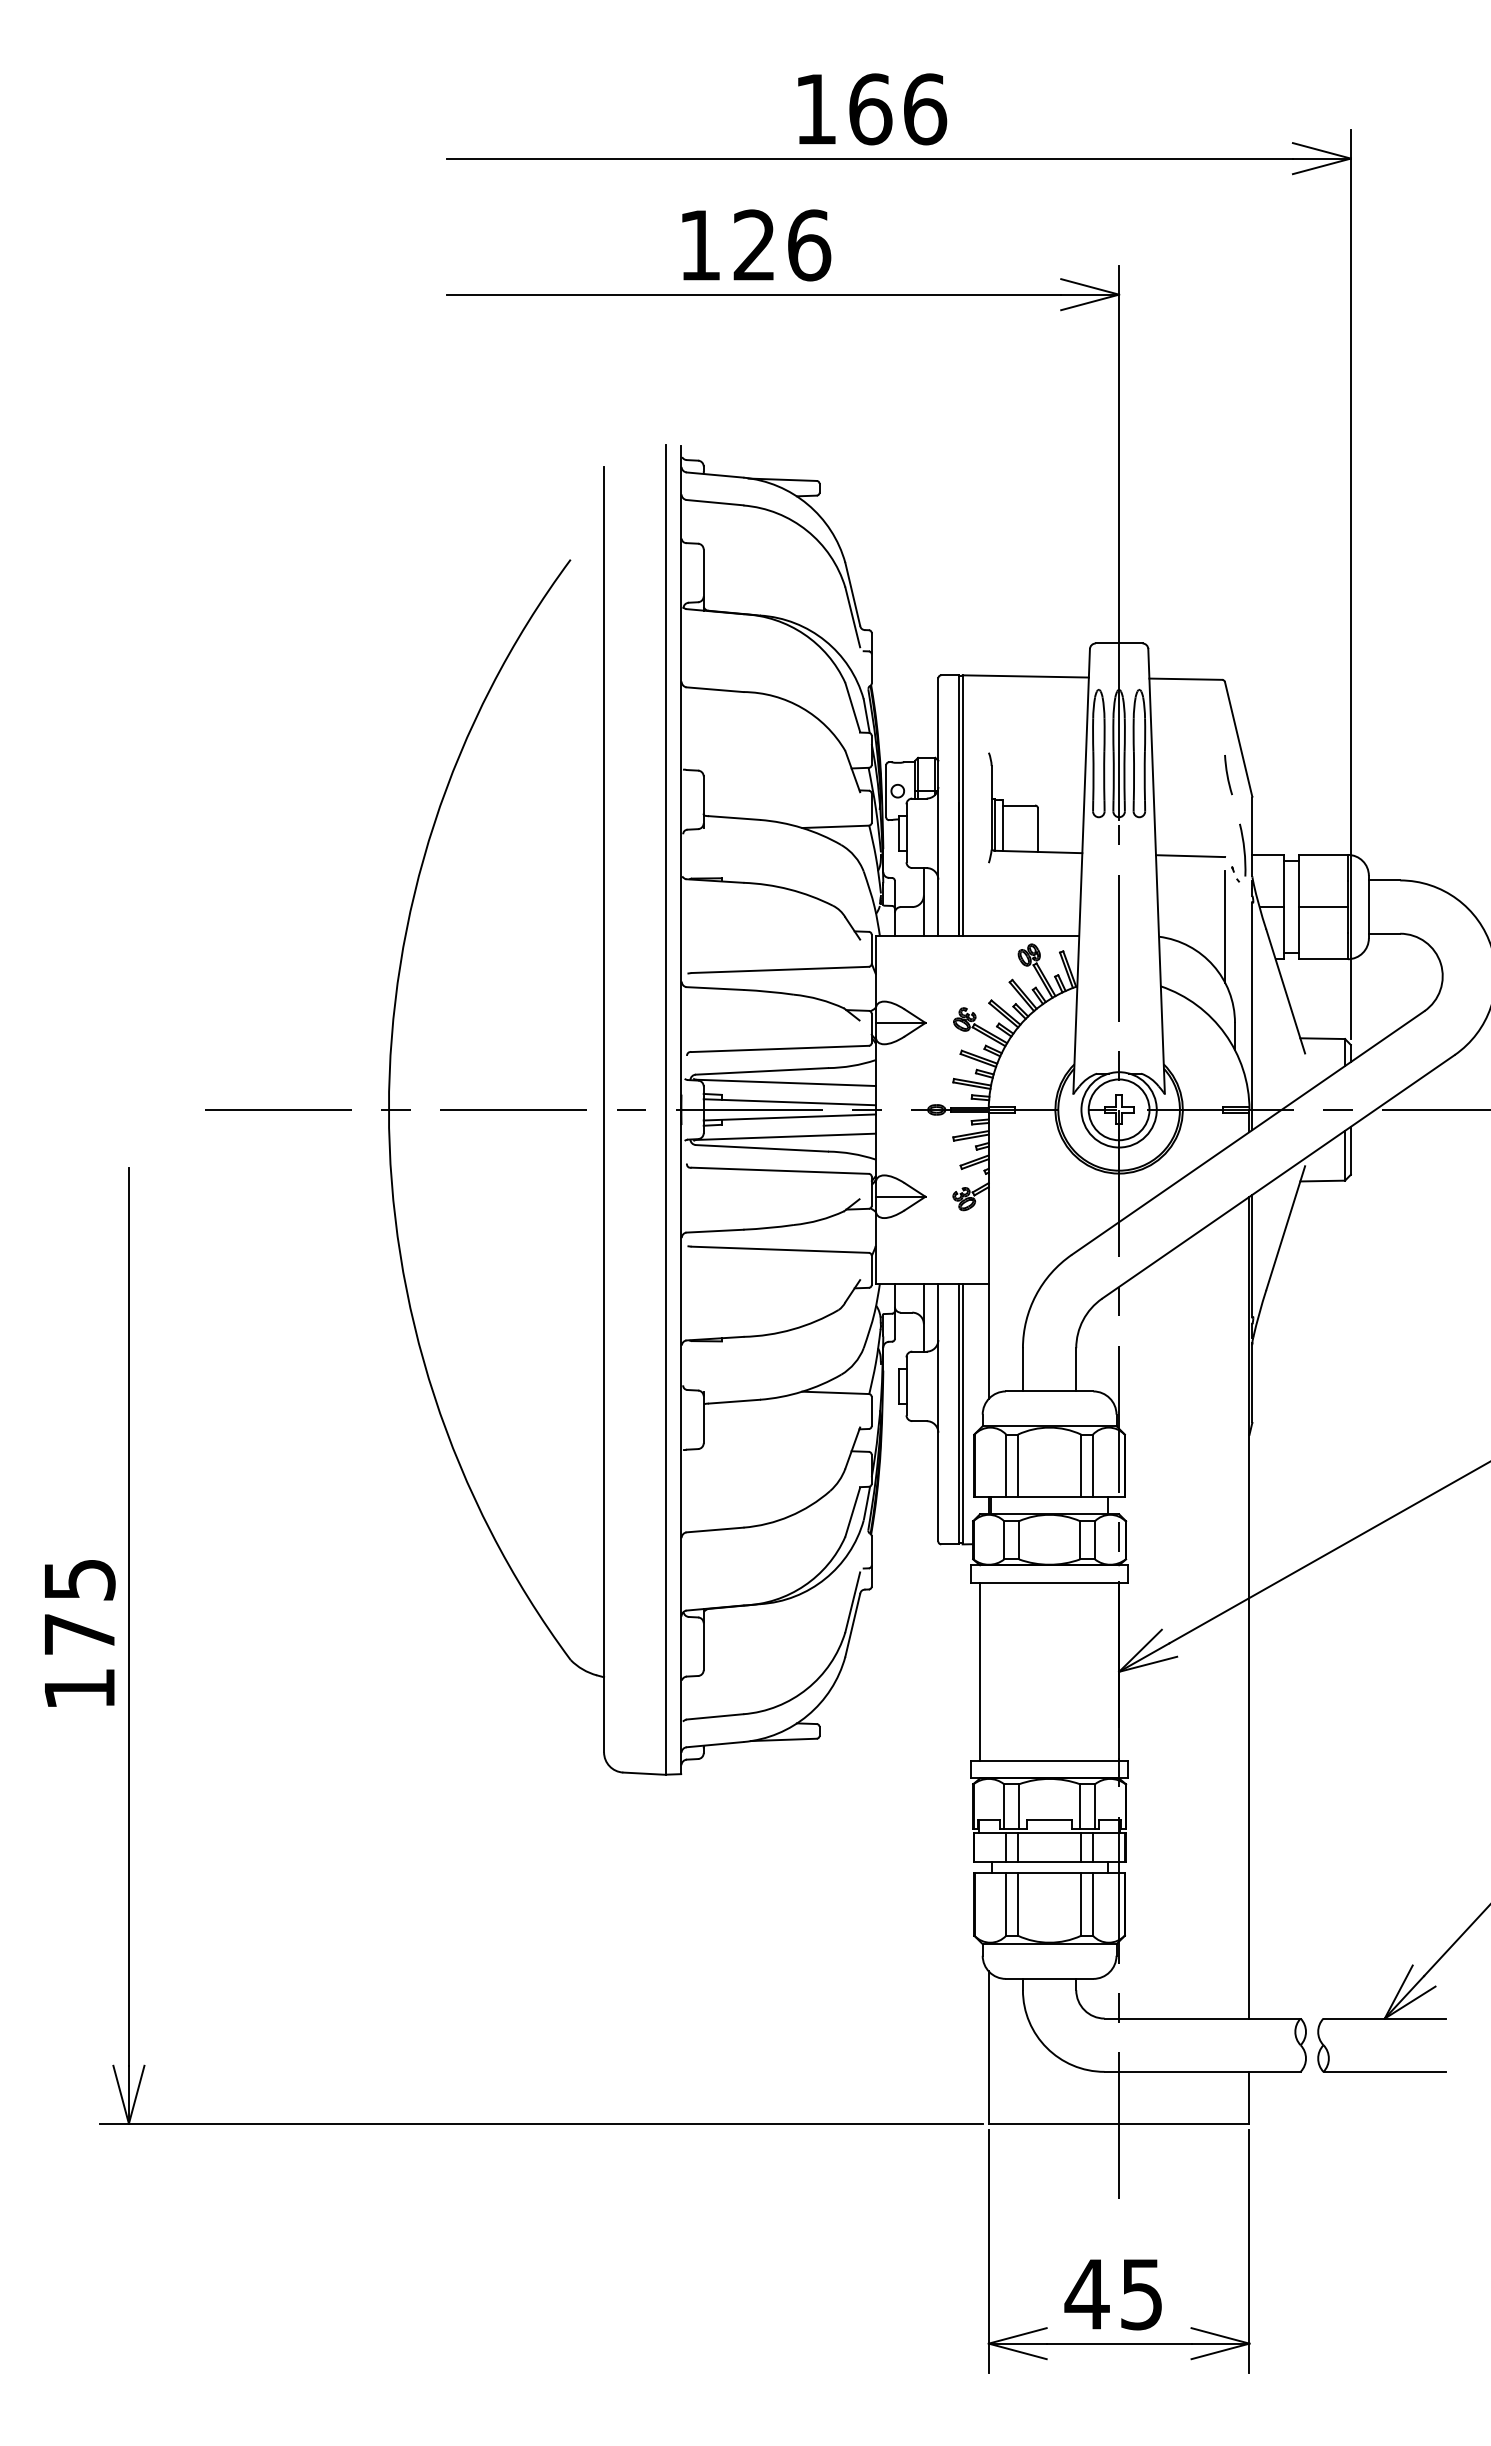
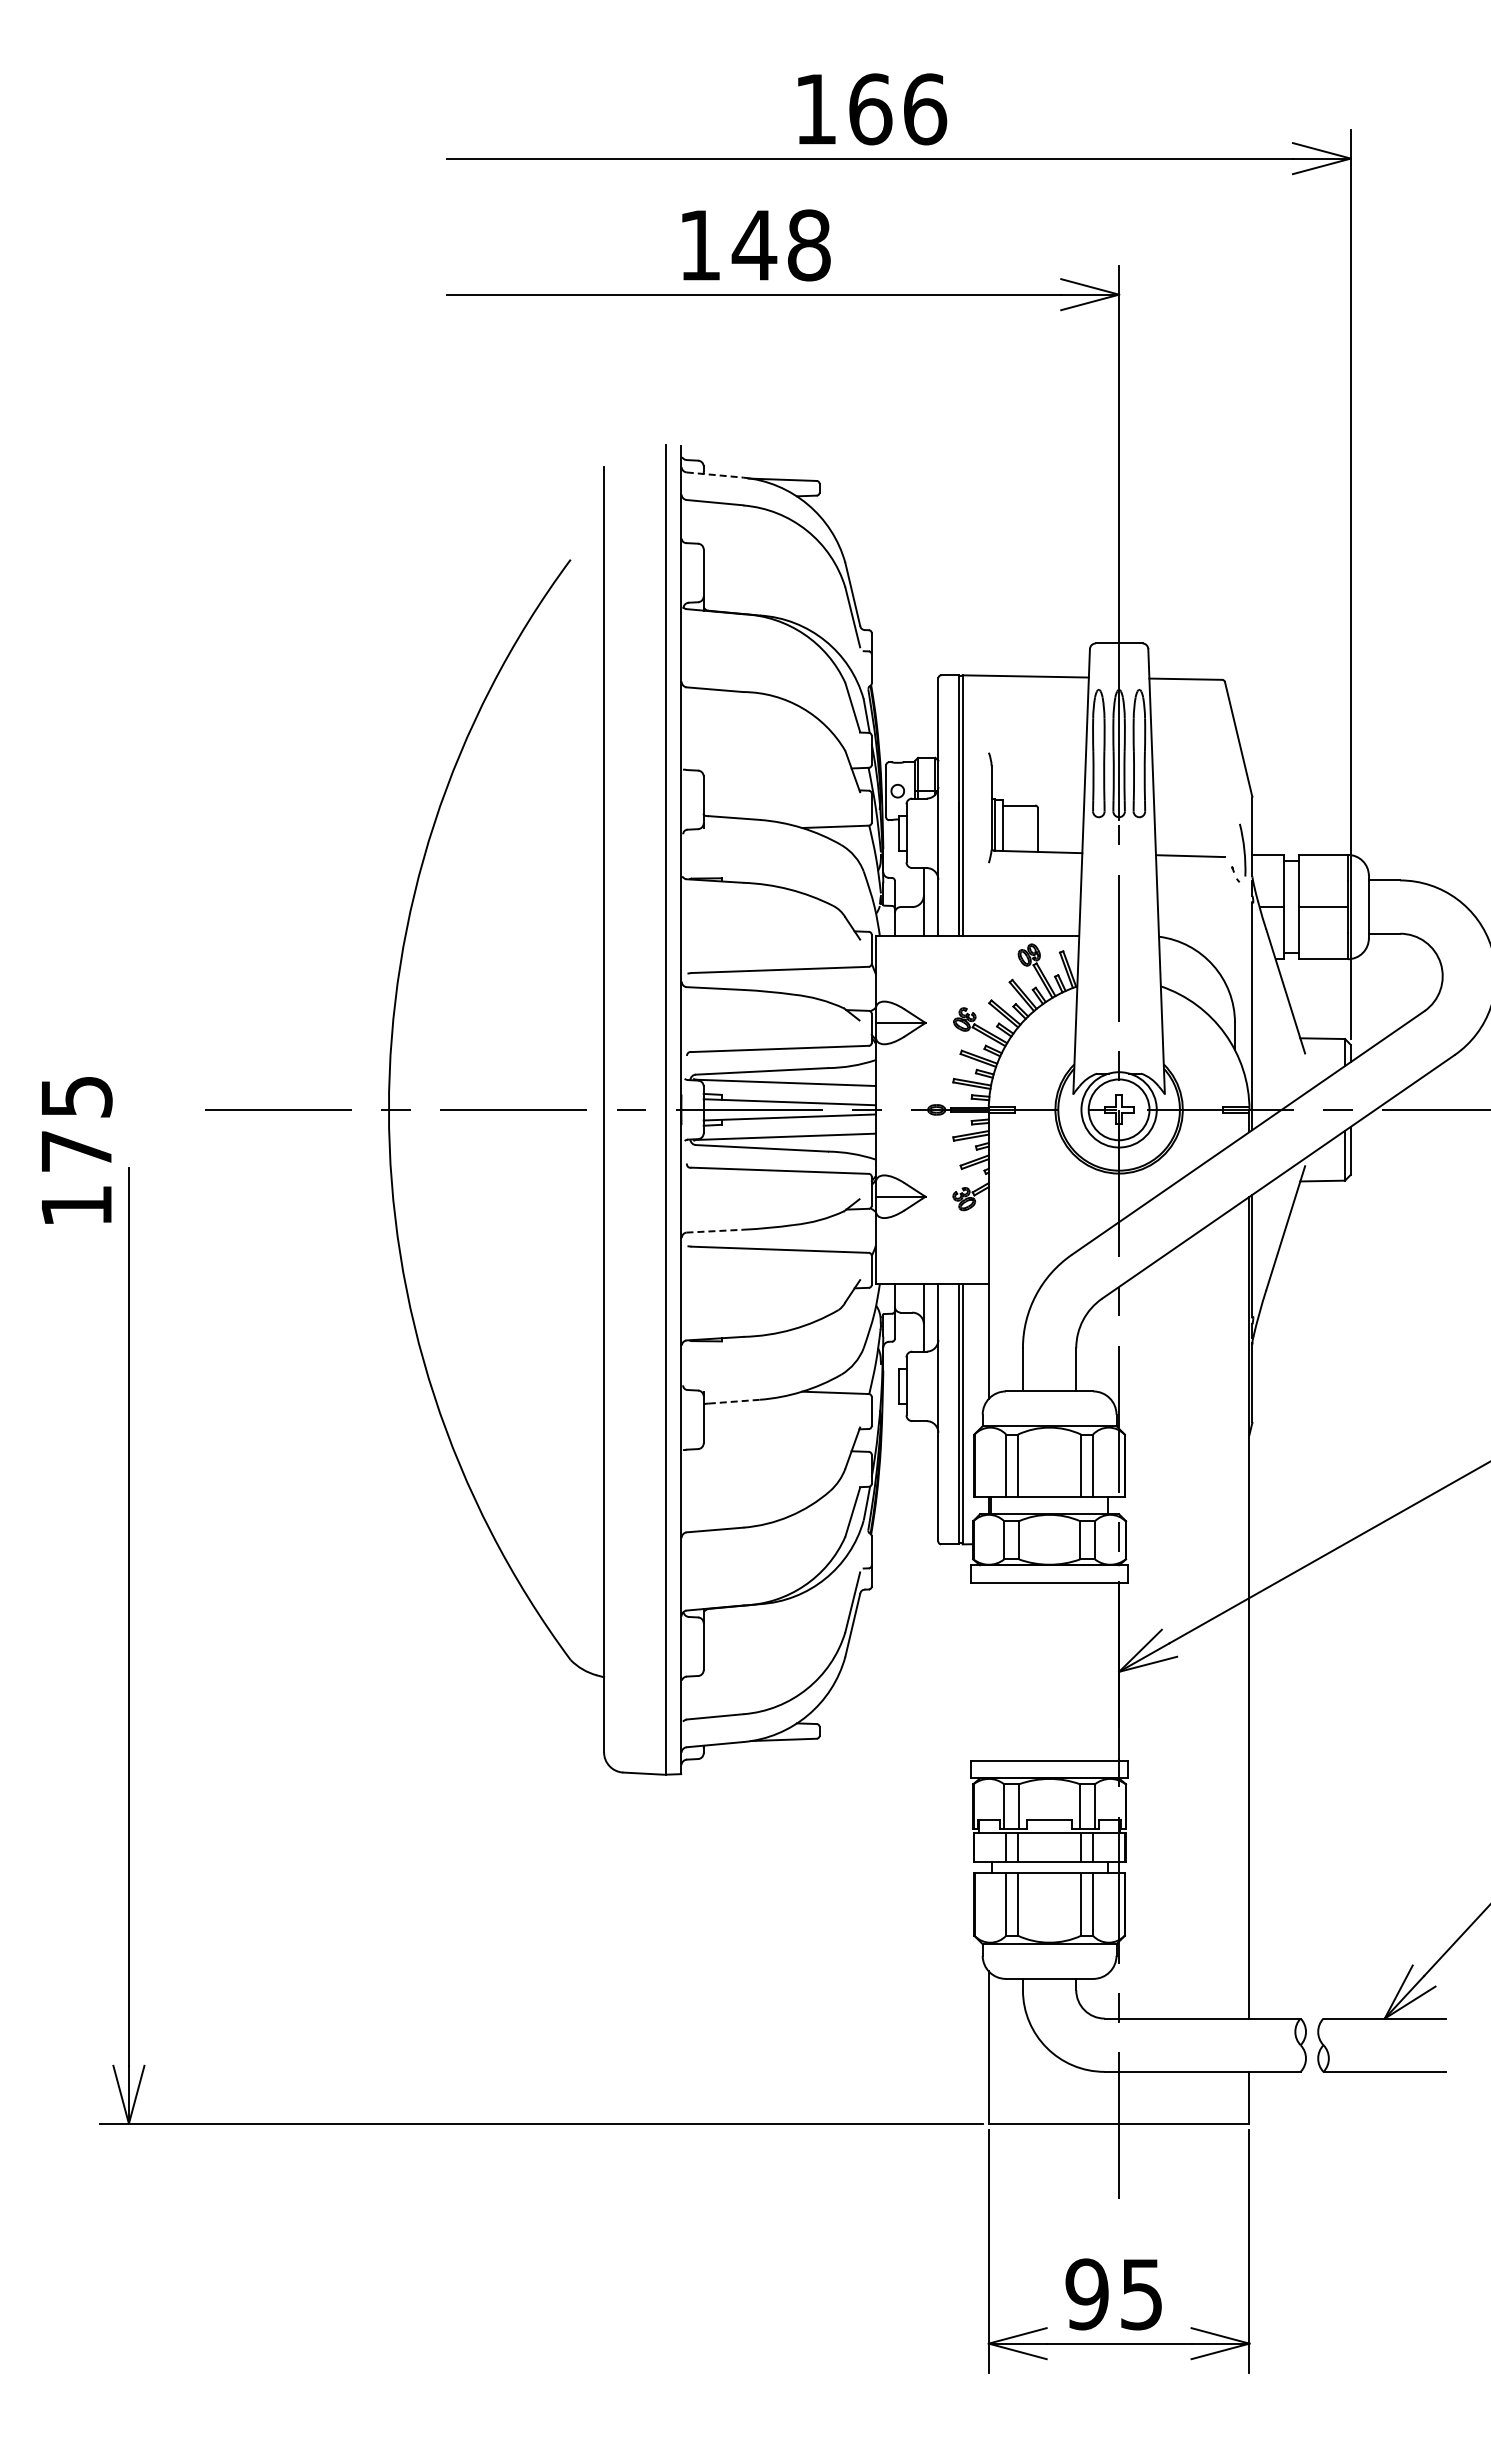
text at (781, 245): 126 -> 148
line at (715, 475): solid -> dashed
arc at (1228, 775): present -> none
line at (1225, 926): present -> none
line at (715, 1231): solid -> dashed
line at (734, 1401): solid -> dashed
text at (80, 1633) position: (80, 1633) -> (77, 1150)
line at (980, 1671): present -> none
text at (1086, 2294): 45 -> 95
